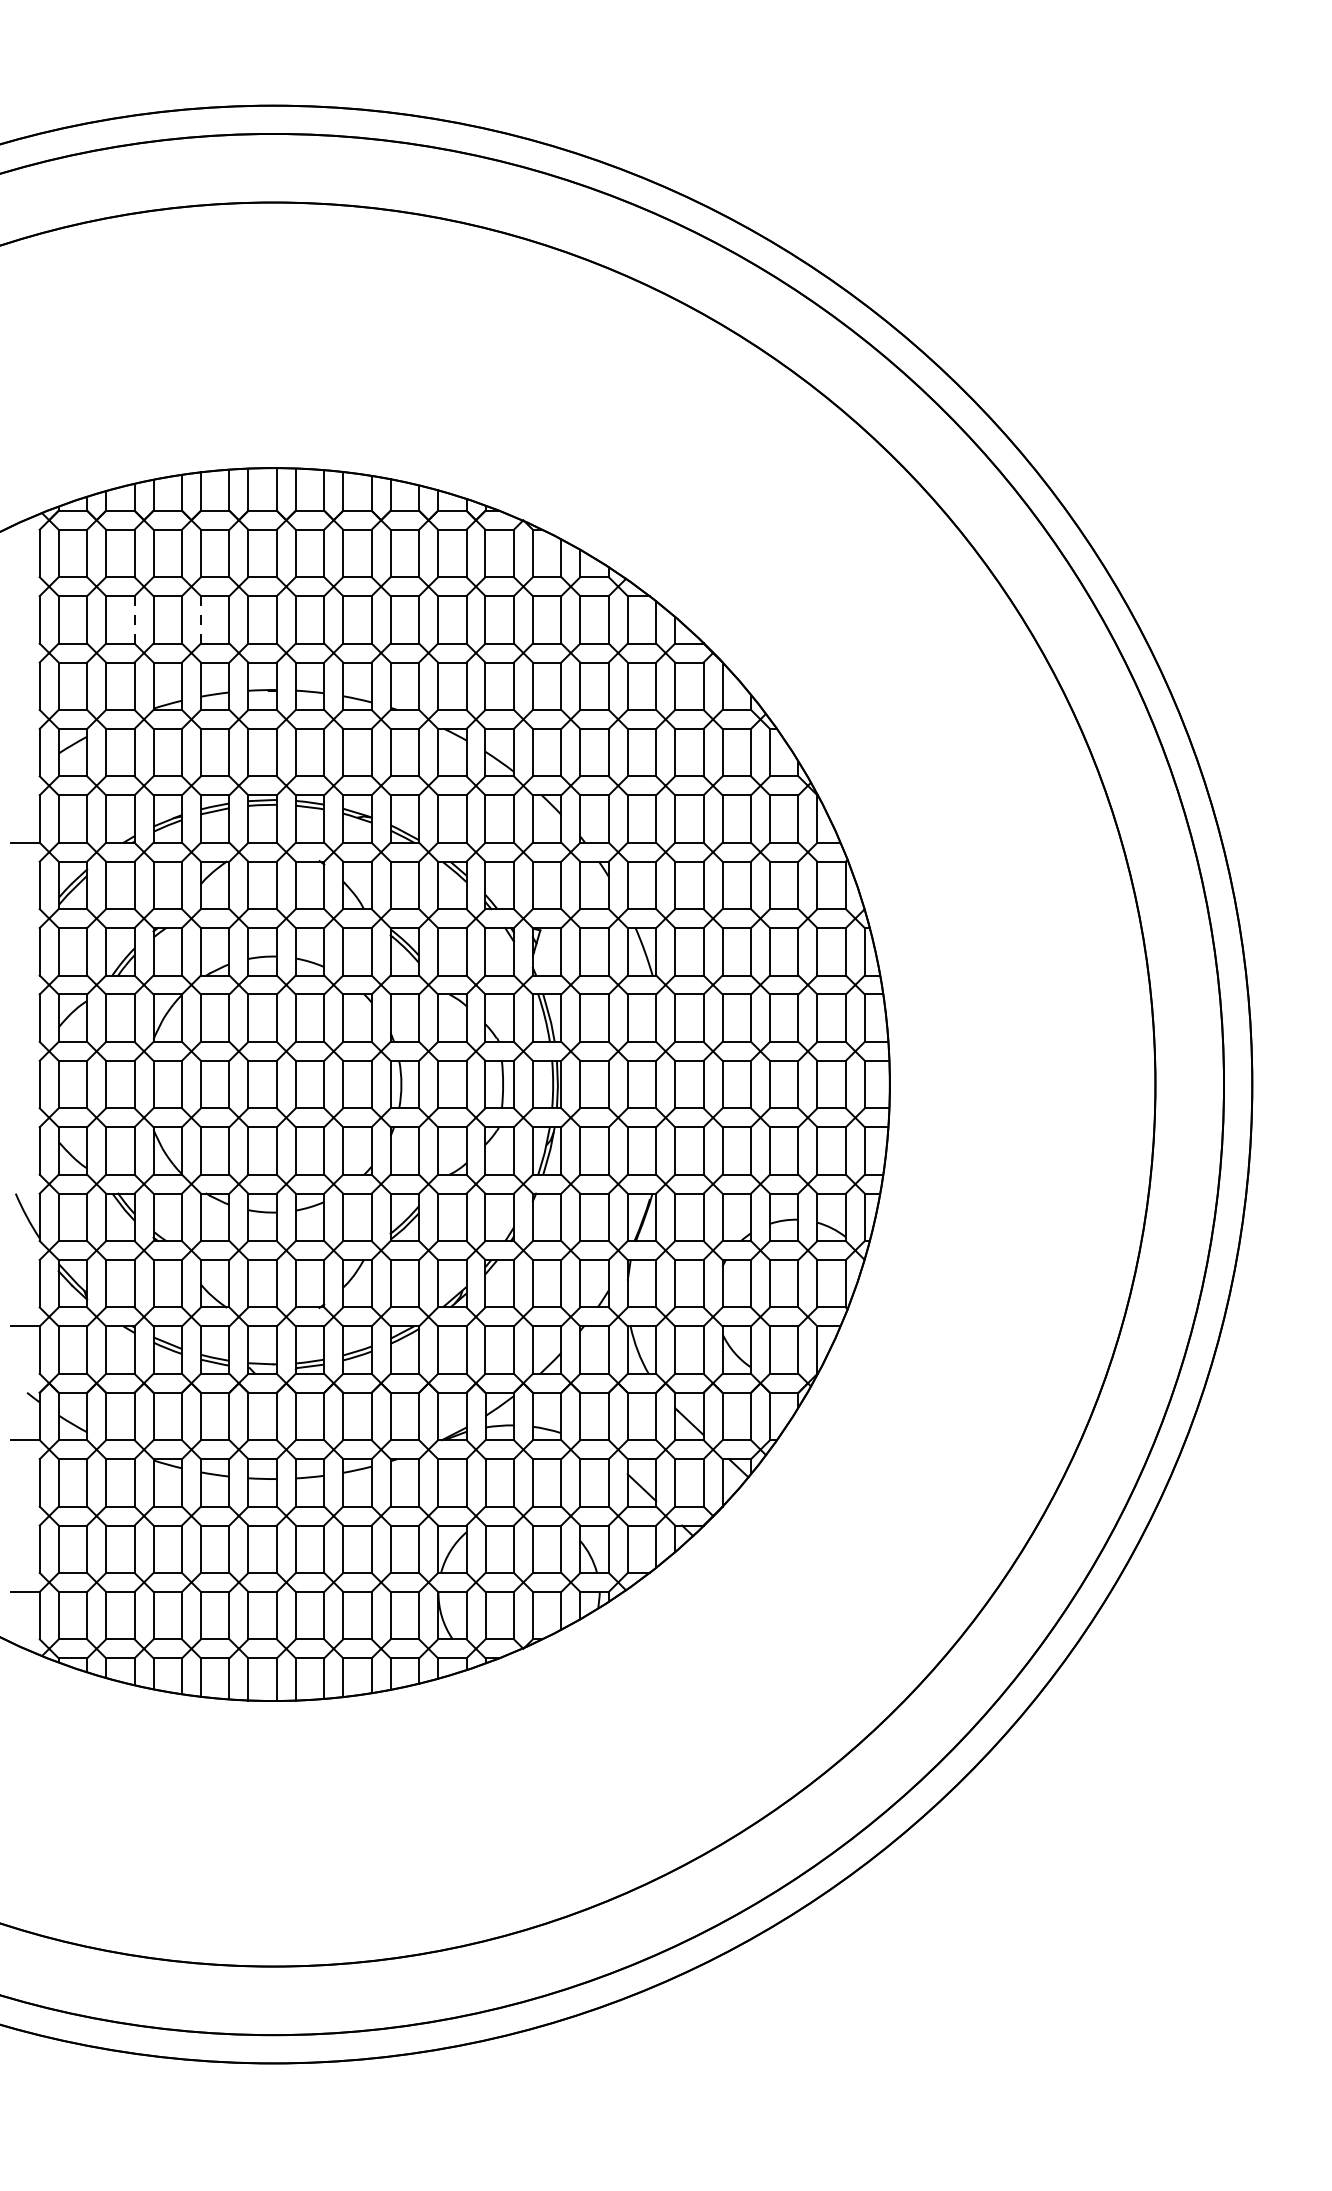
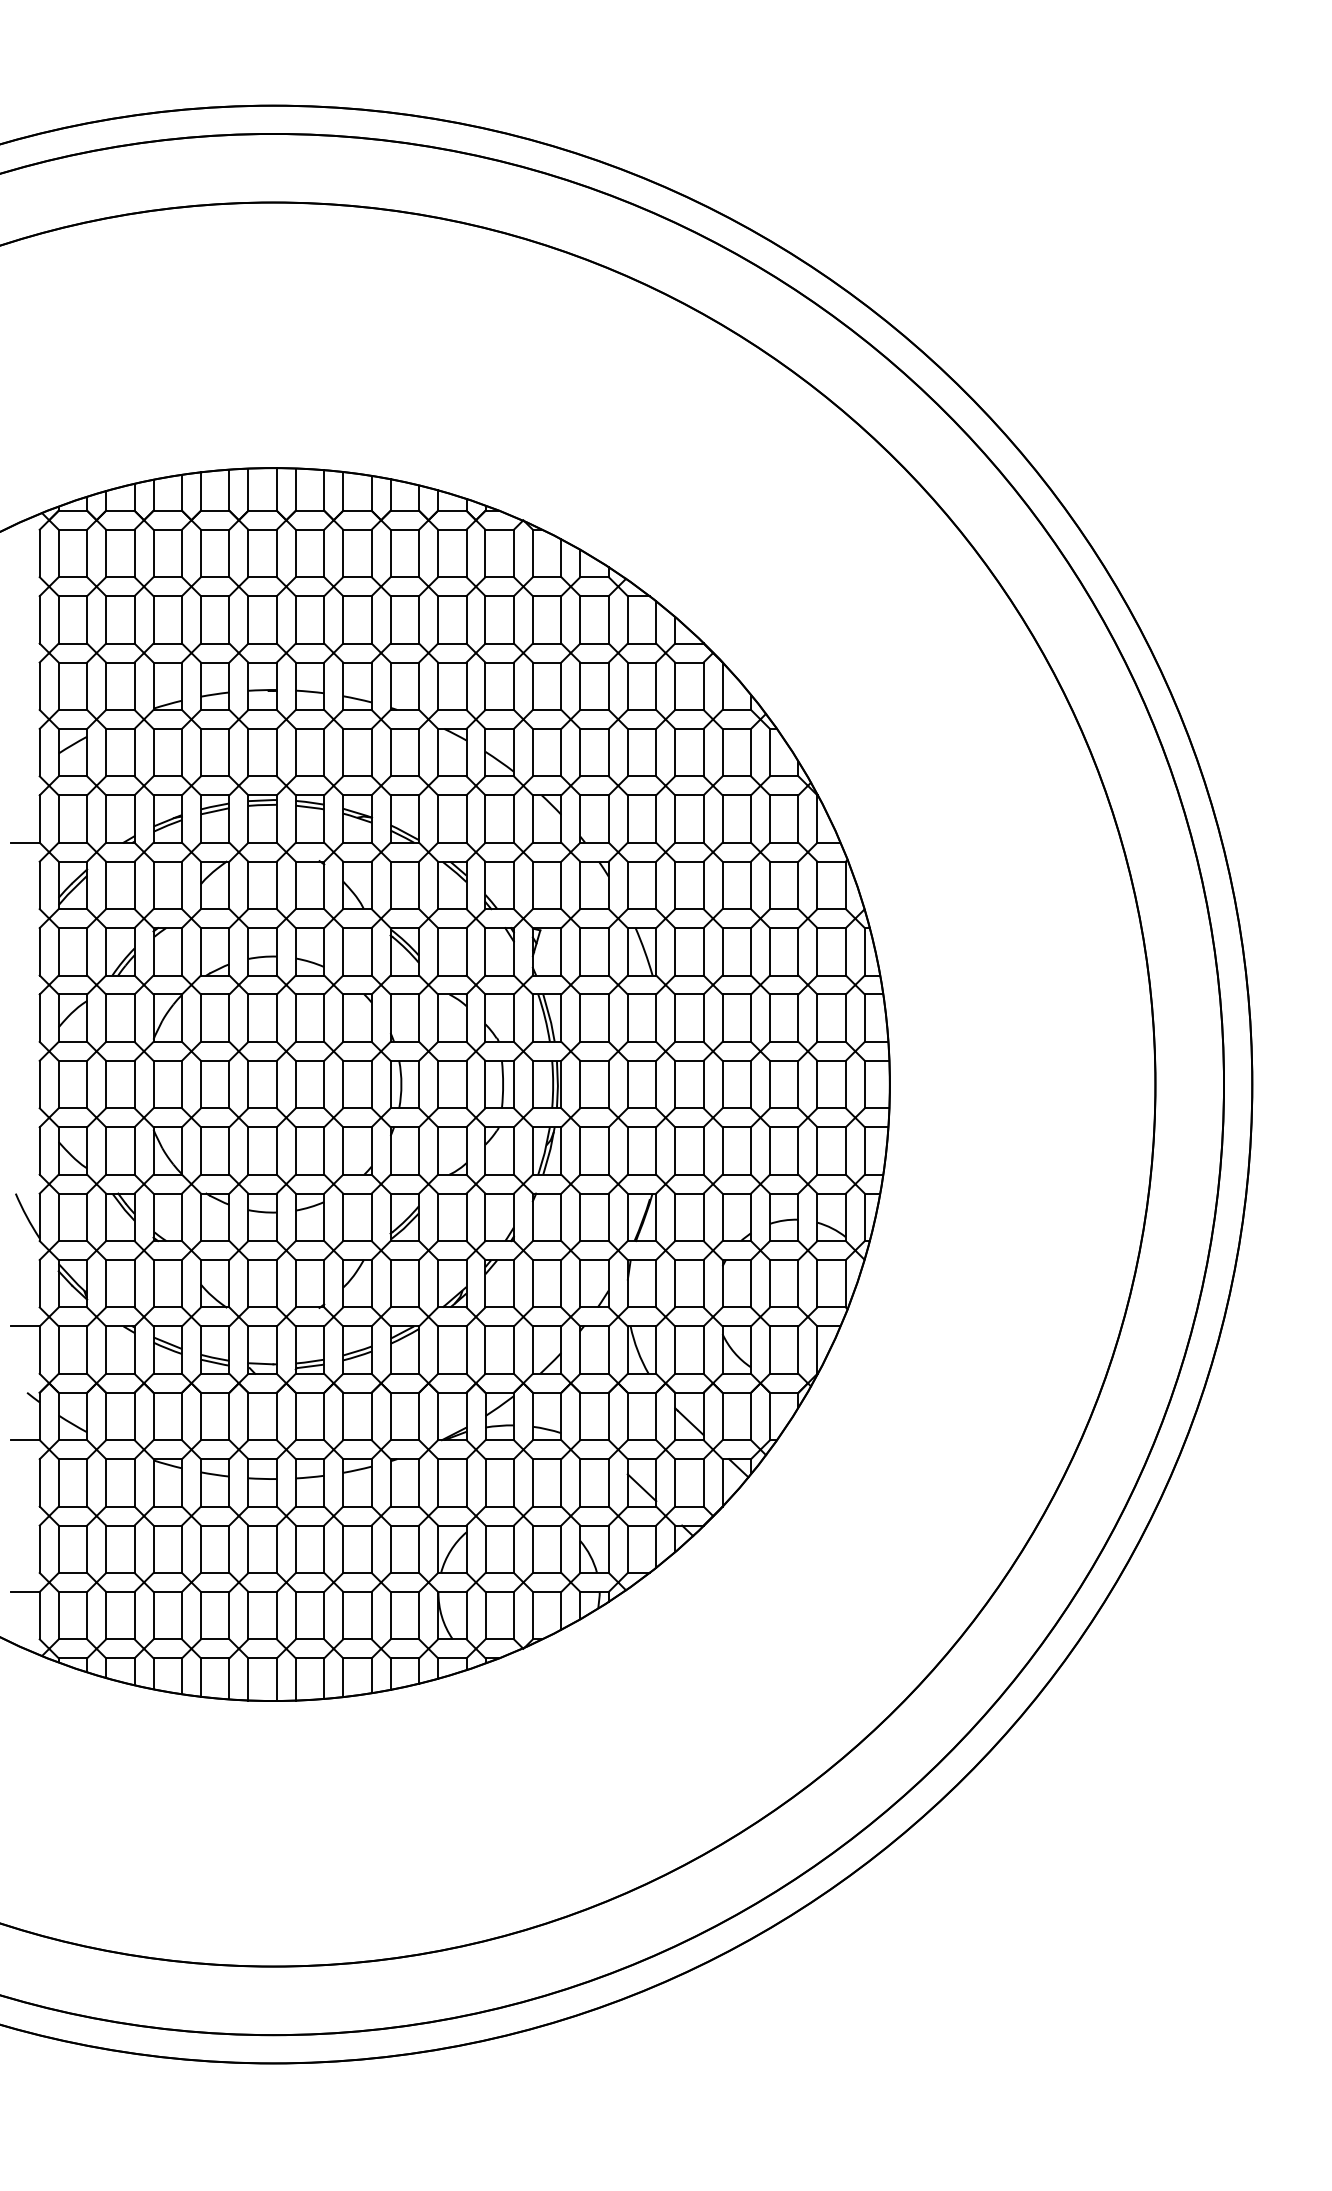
line at (134, 619): dashed -> solid
line at (200, 619): dashed -> solid
